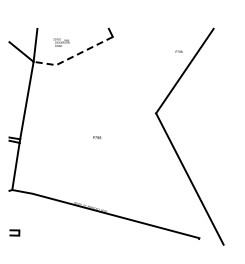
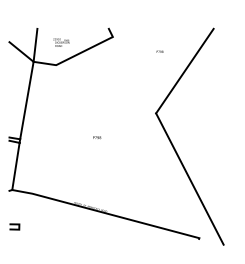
text at (178, 51) position: (178, 51) -> (159, 51)
line at (73, 56): dashed -> solid
line at (14, 231) position: (14, 231) -> (14, 225)
